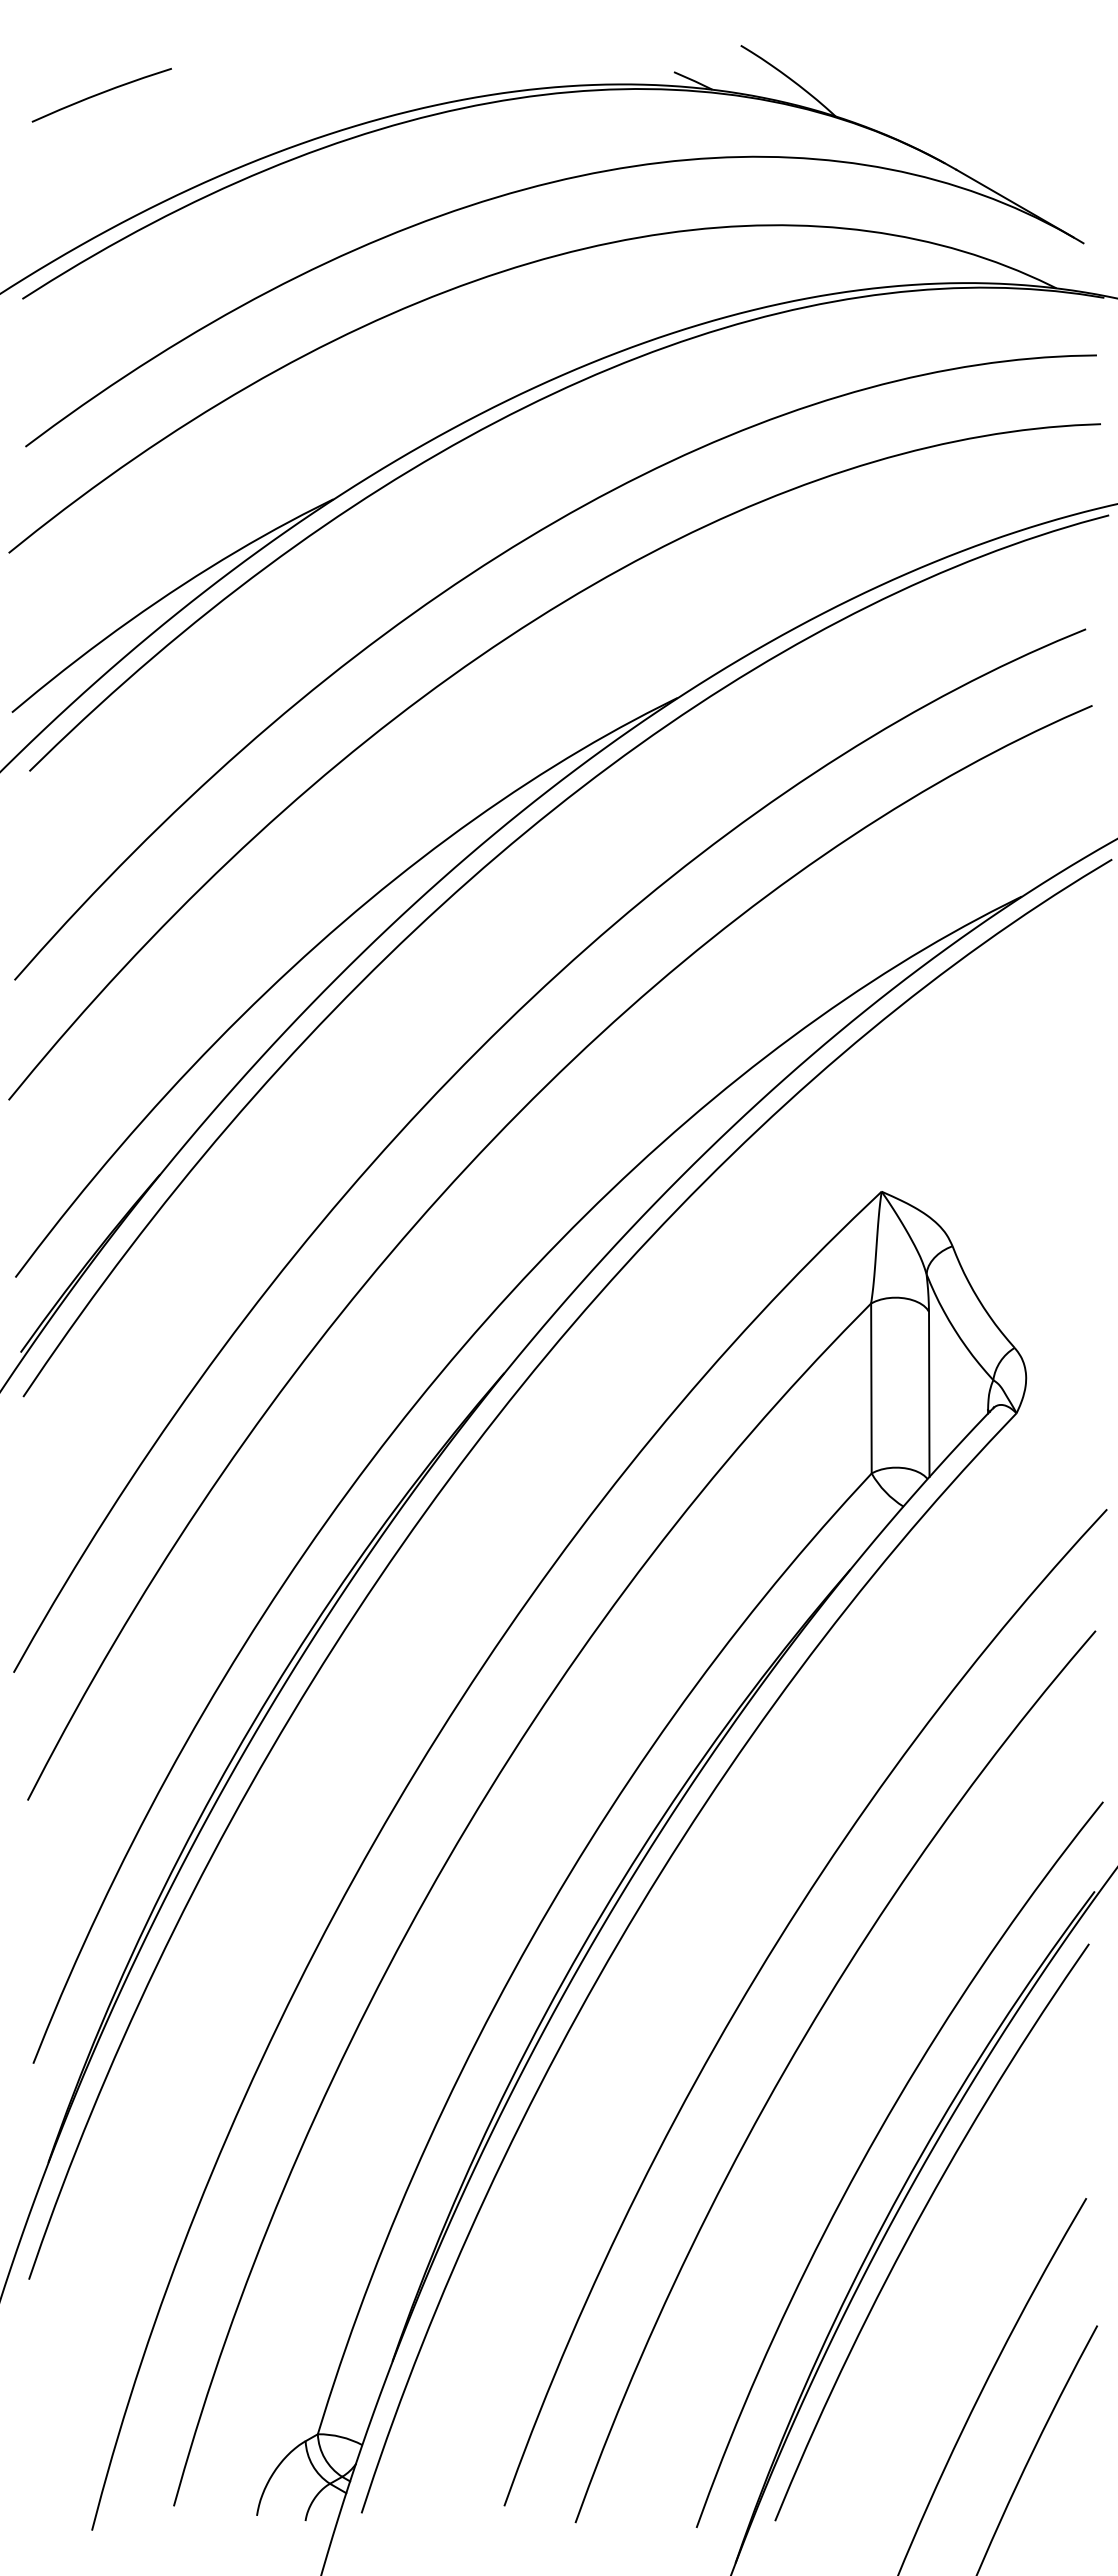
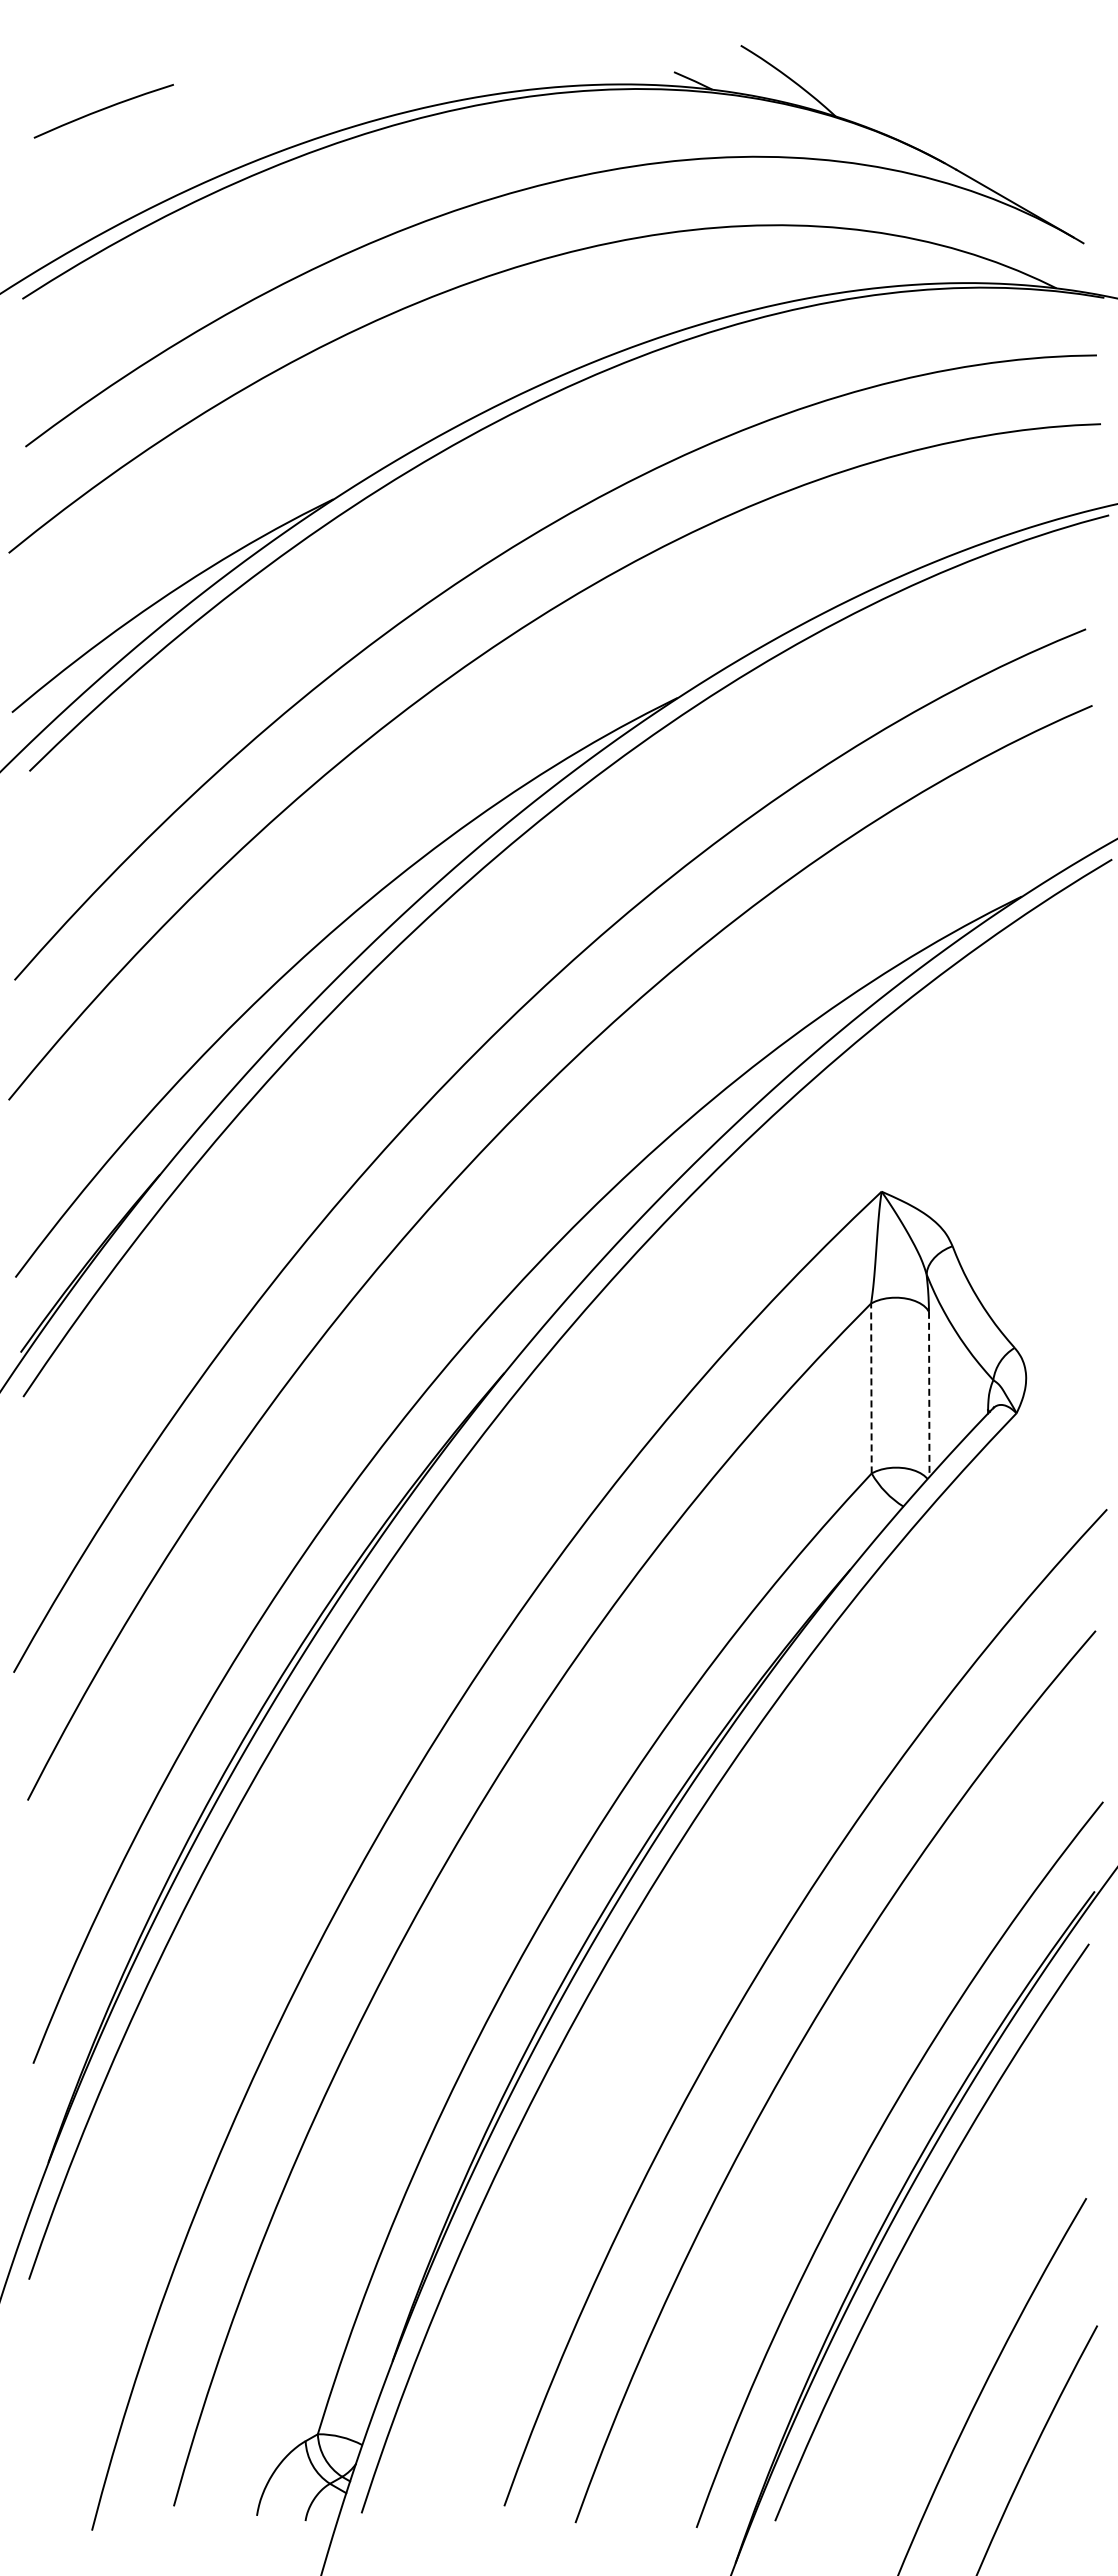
curve at (101, 94) position: (101, 94) -> (103, 110)
line at (871, 1388): solid -> dashed
line at (929, 1394): solid -> dashed
